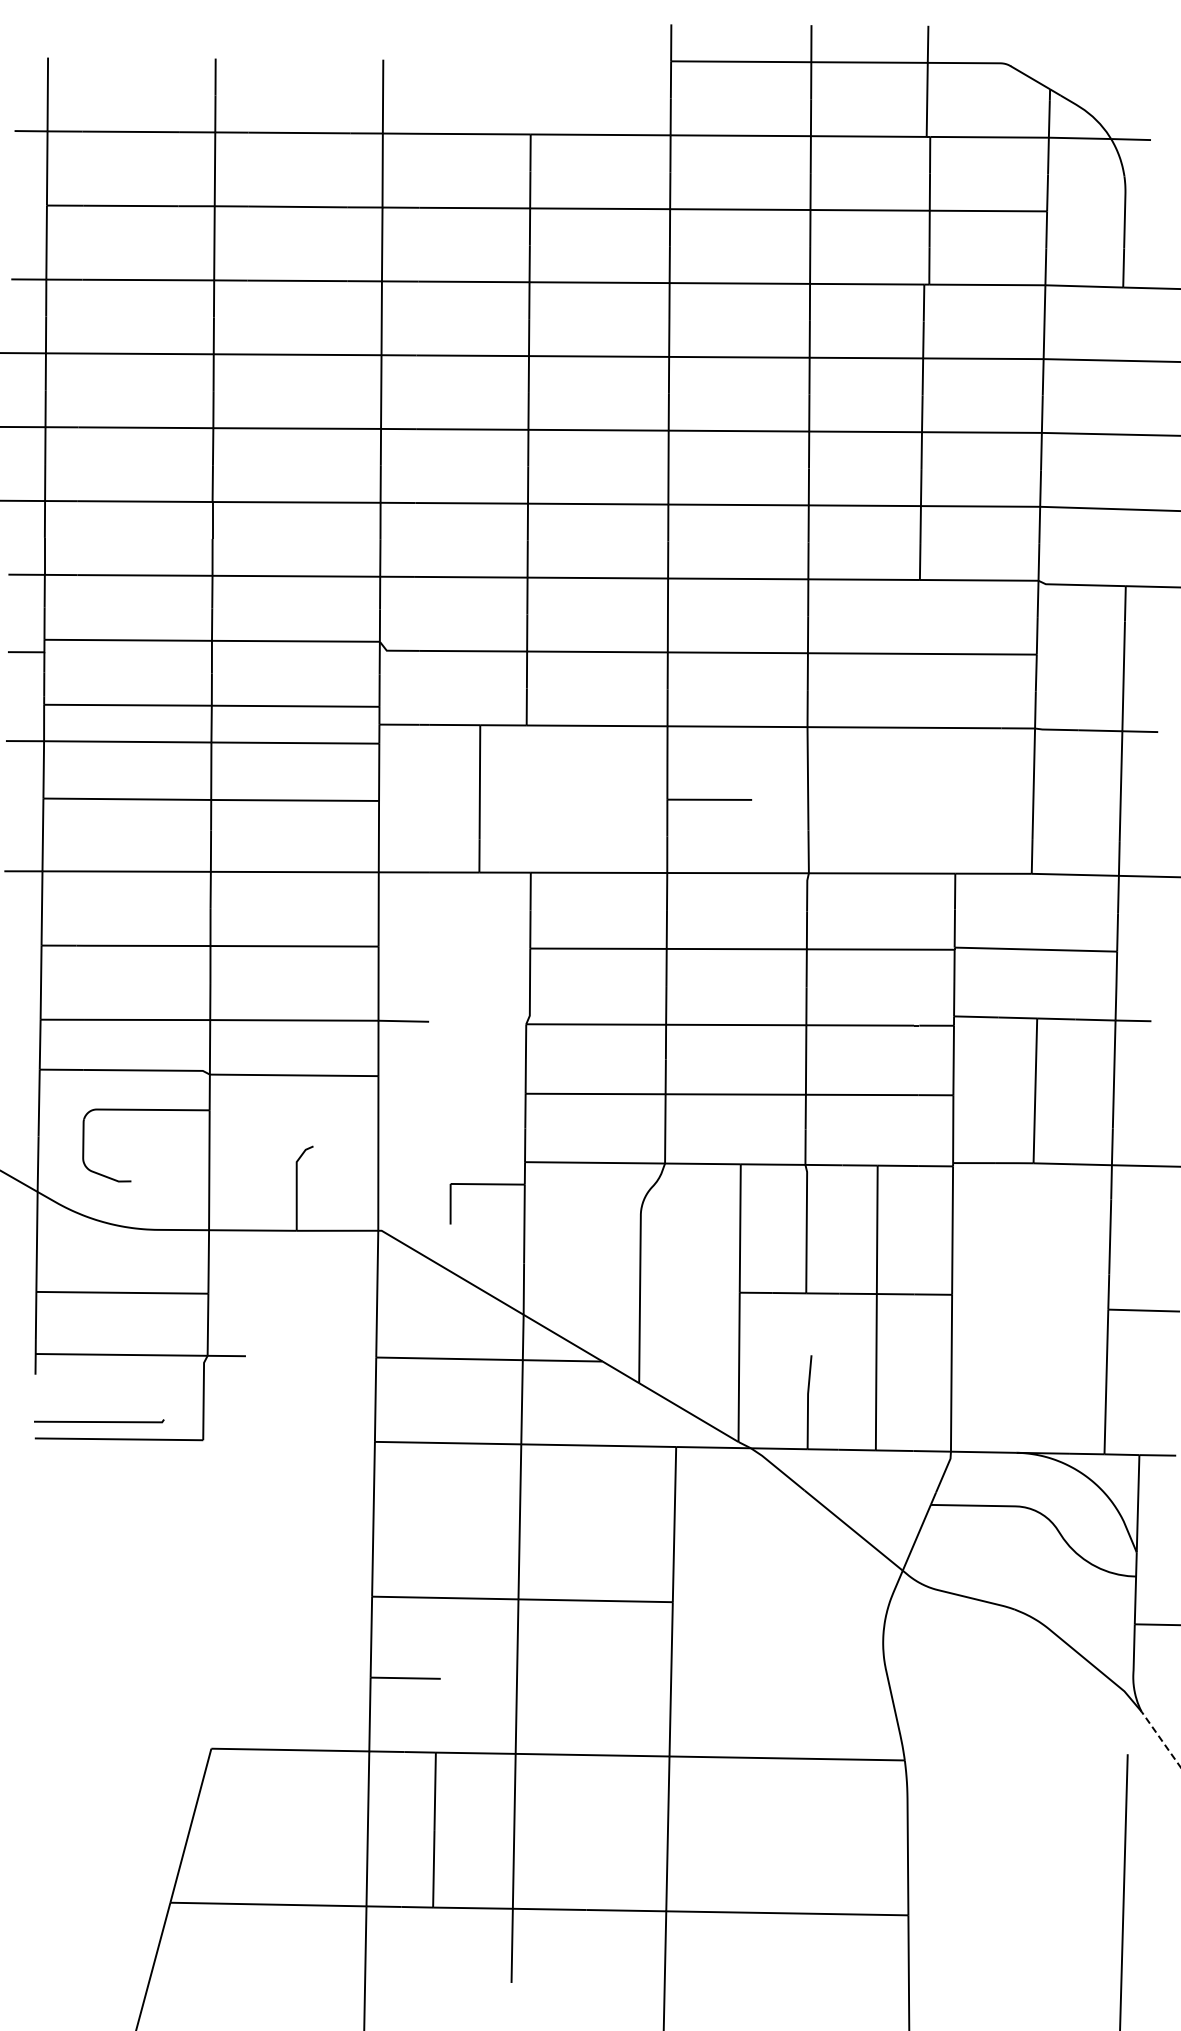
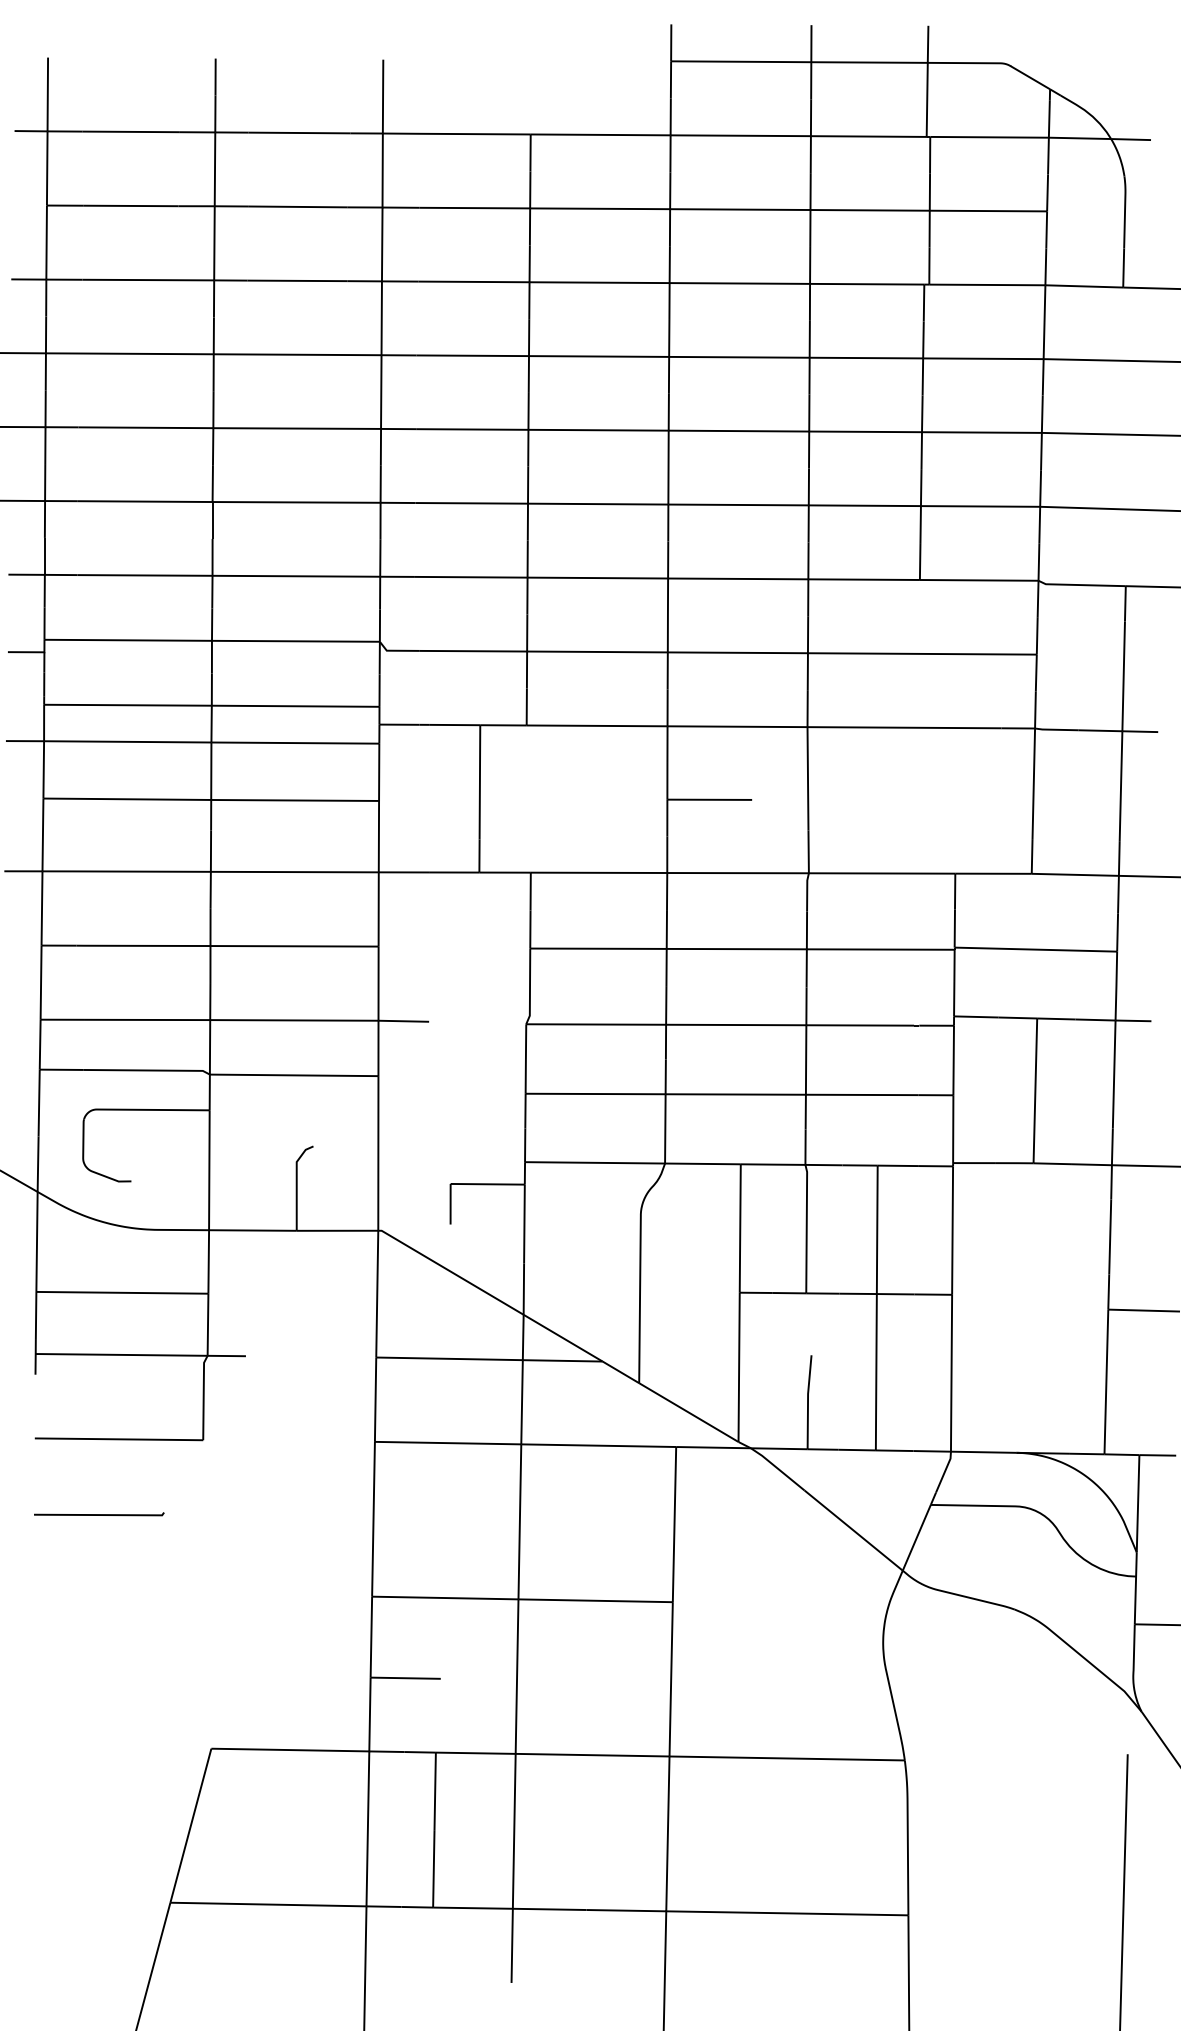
line at (99, 1421) position: (99, 1421) -> (99, 1514)
line at (1161, 1739): dashed -> solid
